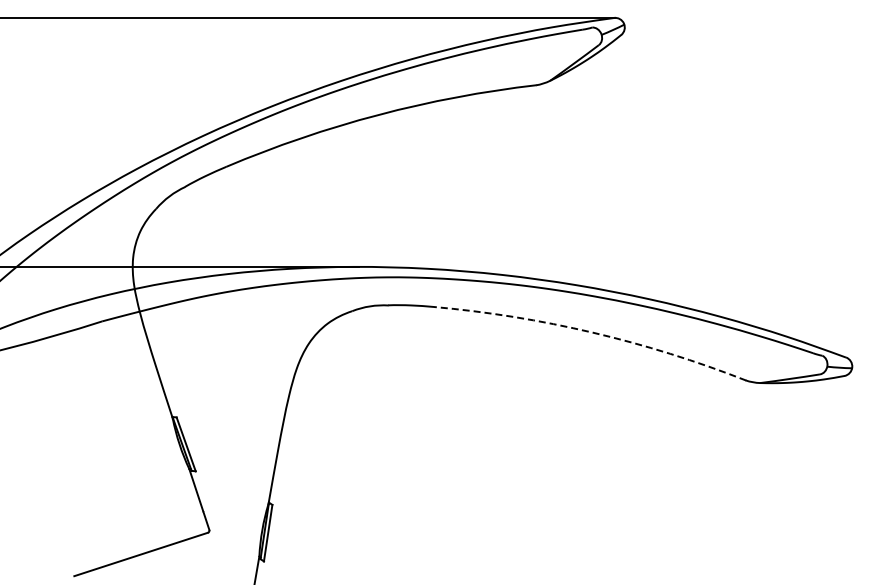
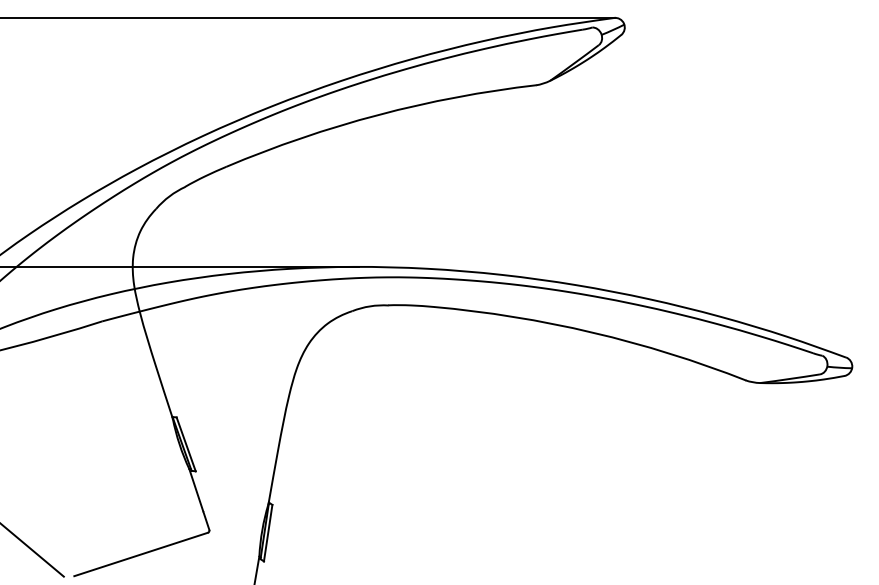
arc at (592, 332): dashed -> solid
line at (32, 550): none -> present
